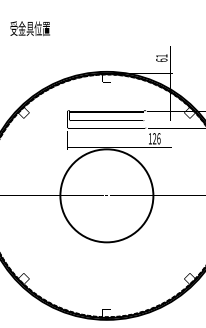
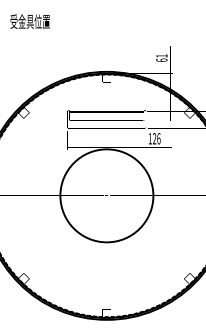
text at (29, 28) position: (29, 28) -> (29, 21)
